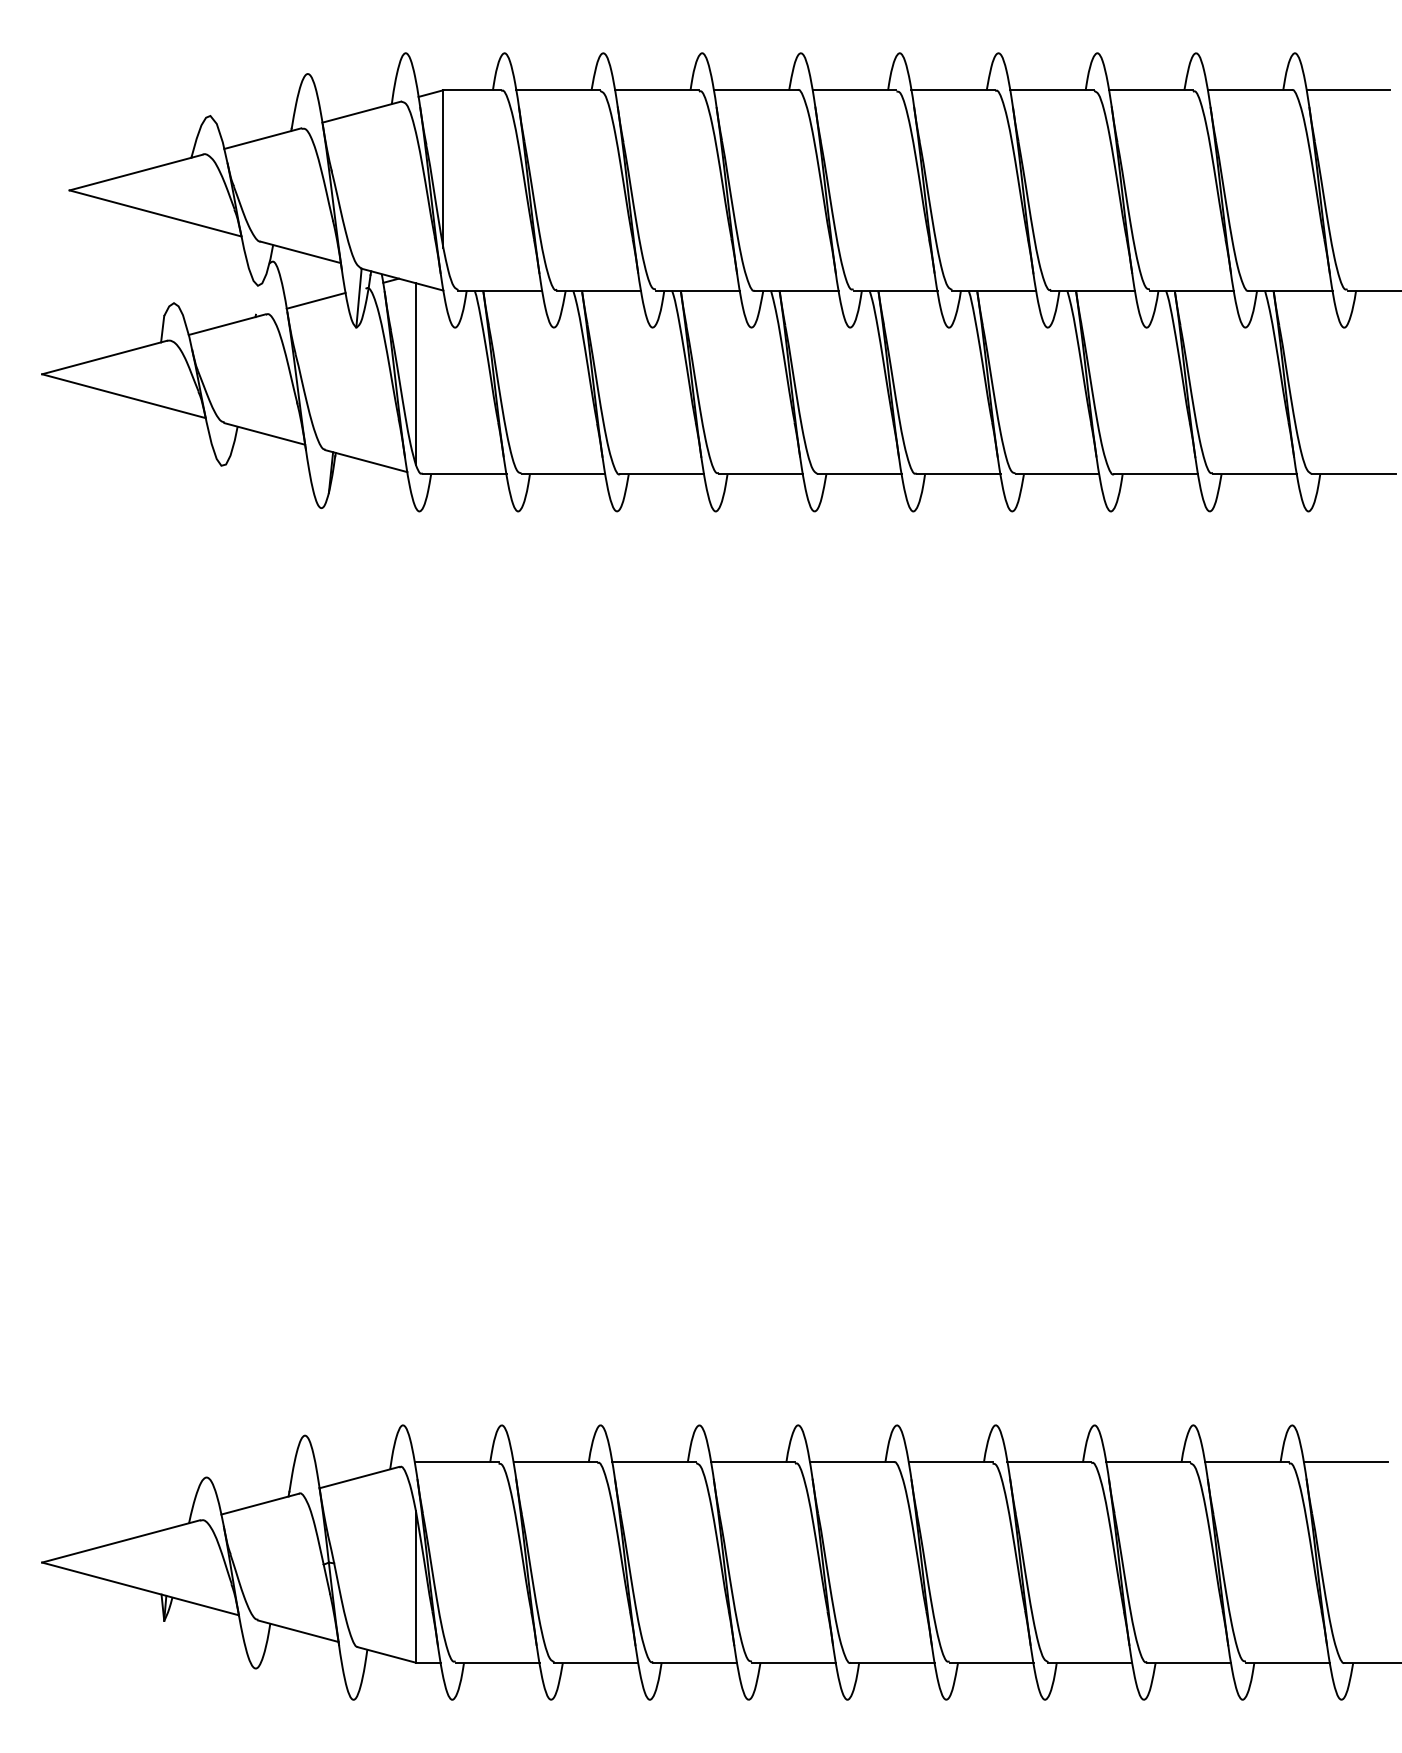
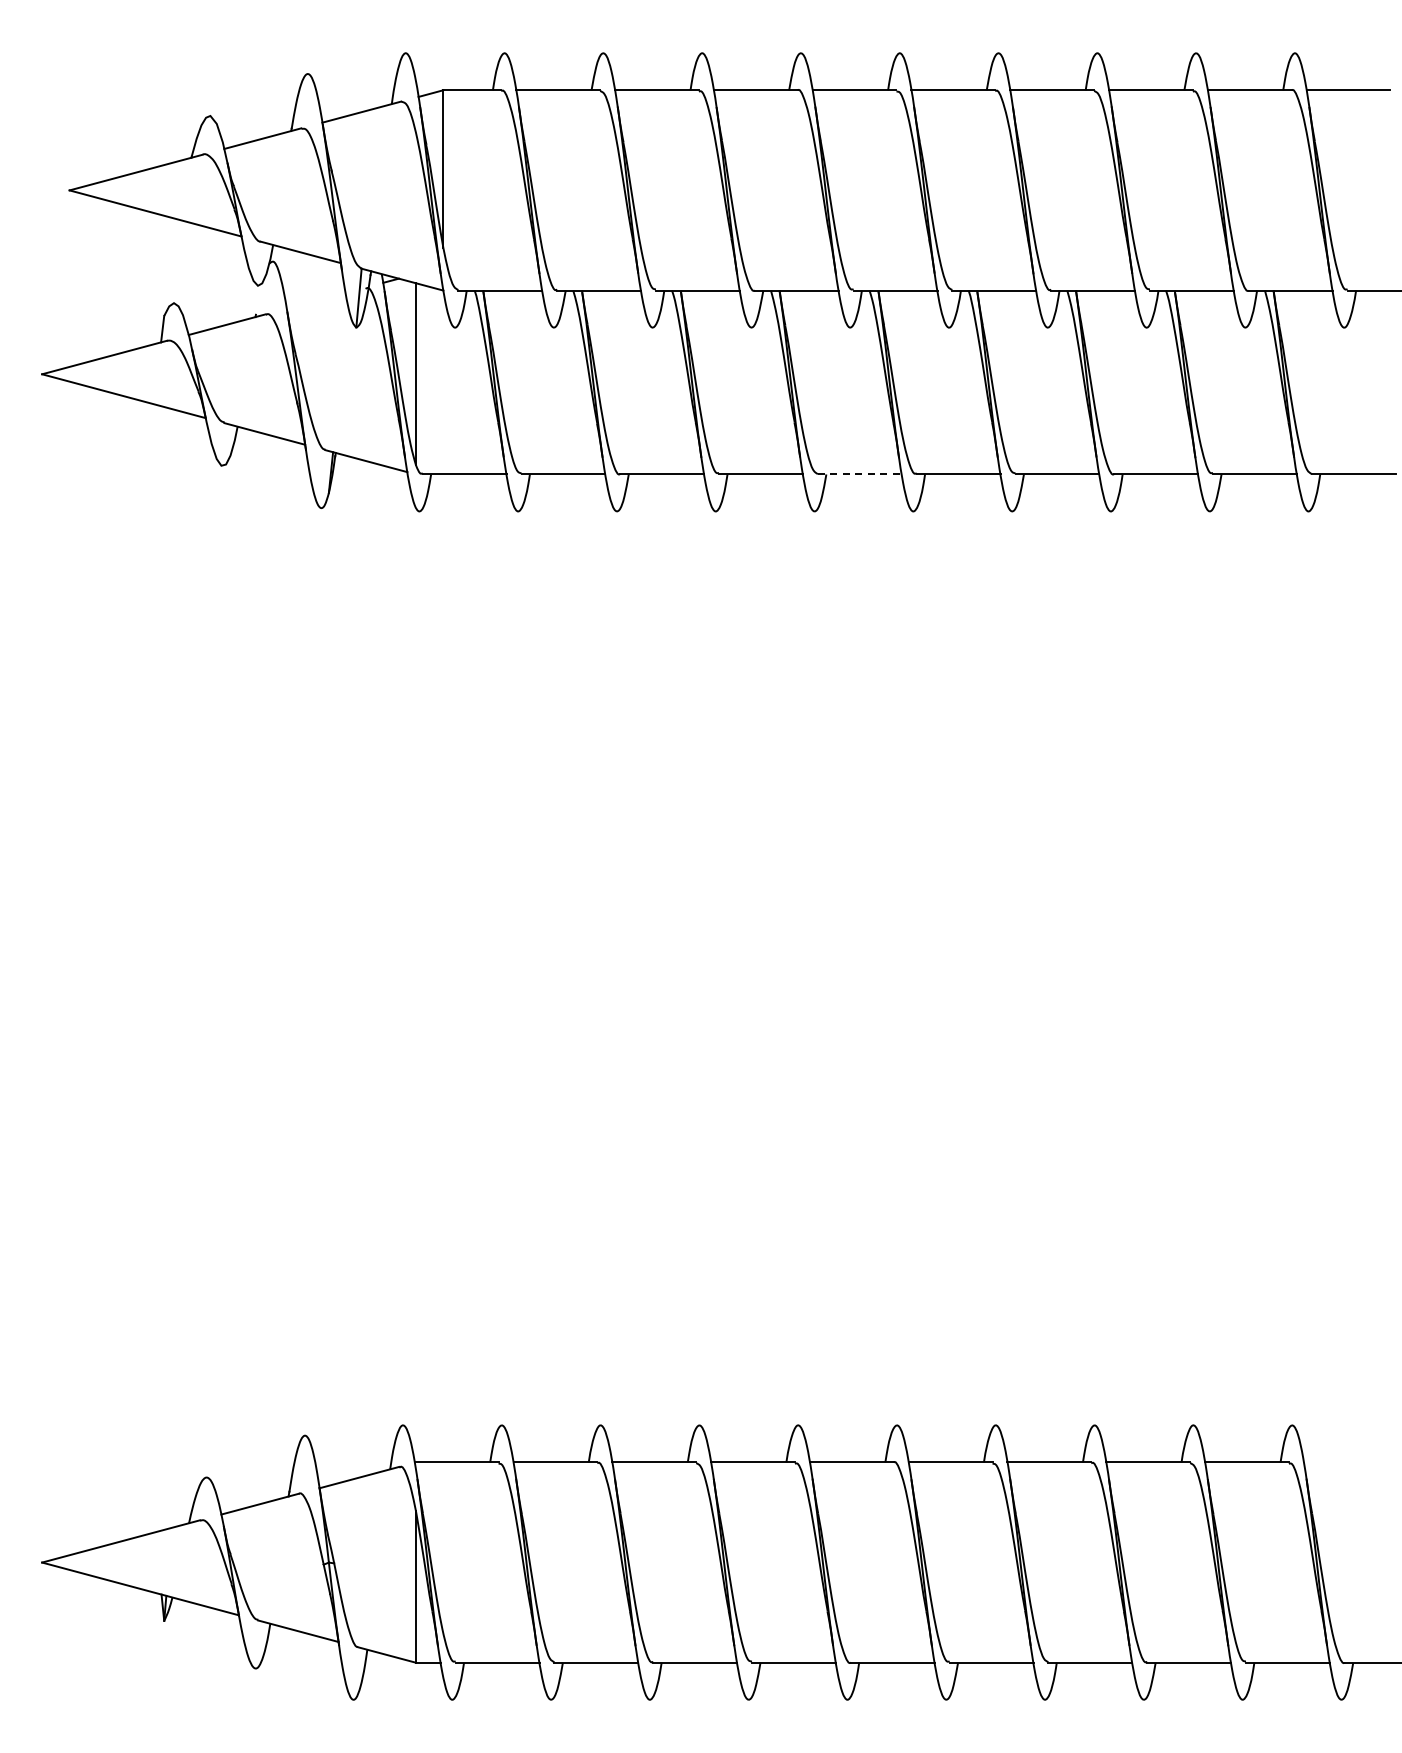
line at (315, 300): present -> none
line at (859, 474): solid -> dashed
line at (1345, 1462): present -> none
